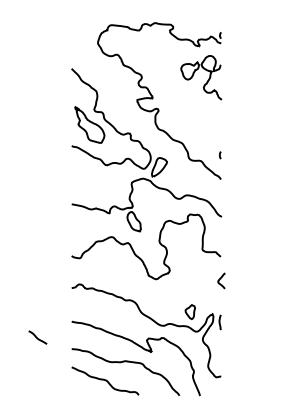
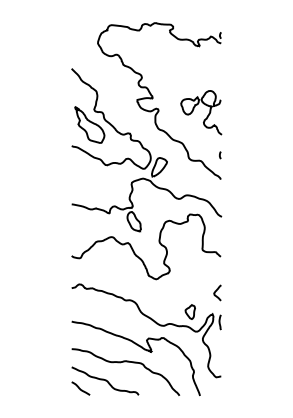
part at (206, 81) position: (206, 81) -> (206, 116)
curve at (220, 279) position: (220, 279) -> (216, 291)
line at (37, 337) position: (37, 337) -> (80, 388)
